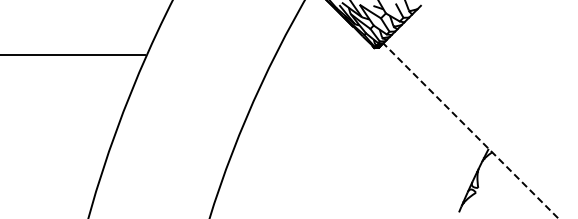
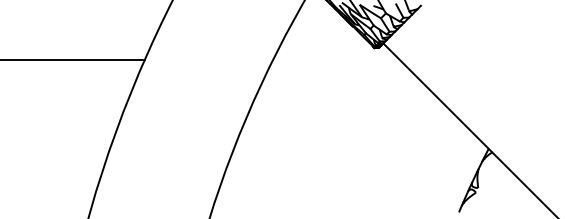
line at (73, 54) position: (73, 54) -> (73, 59)
line at (470, 130): dashed -> solid
